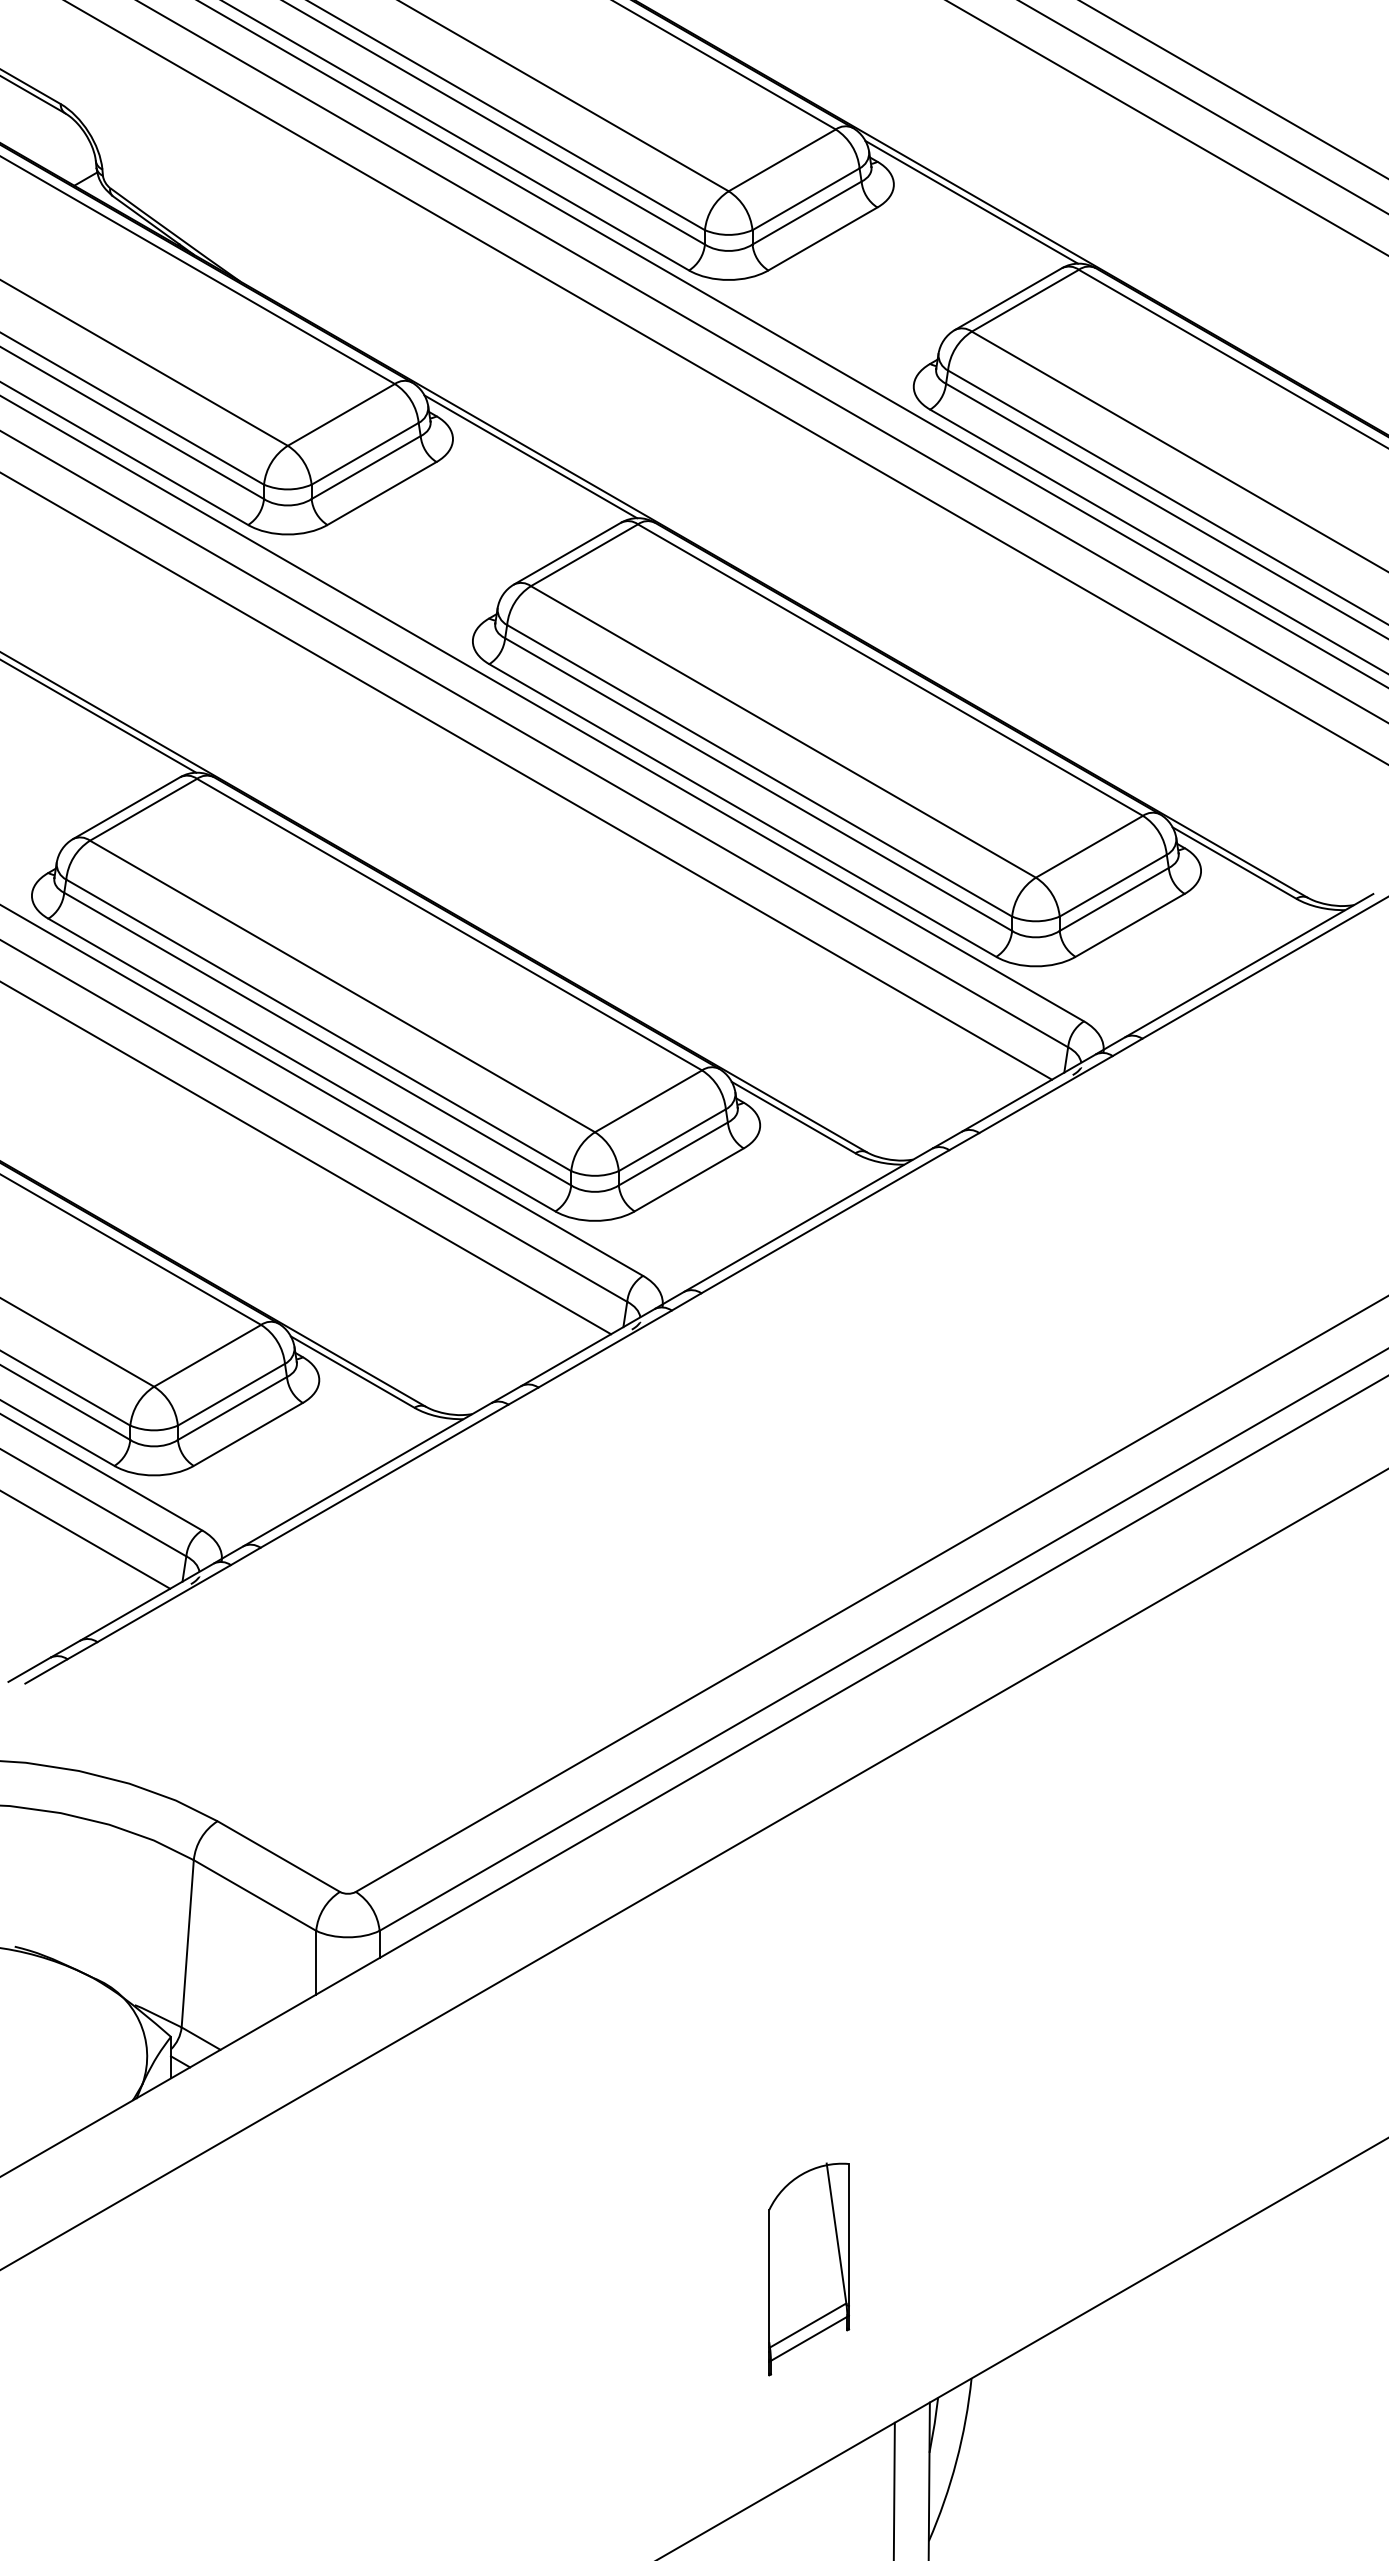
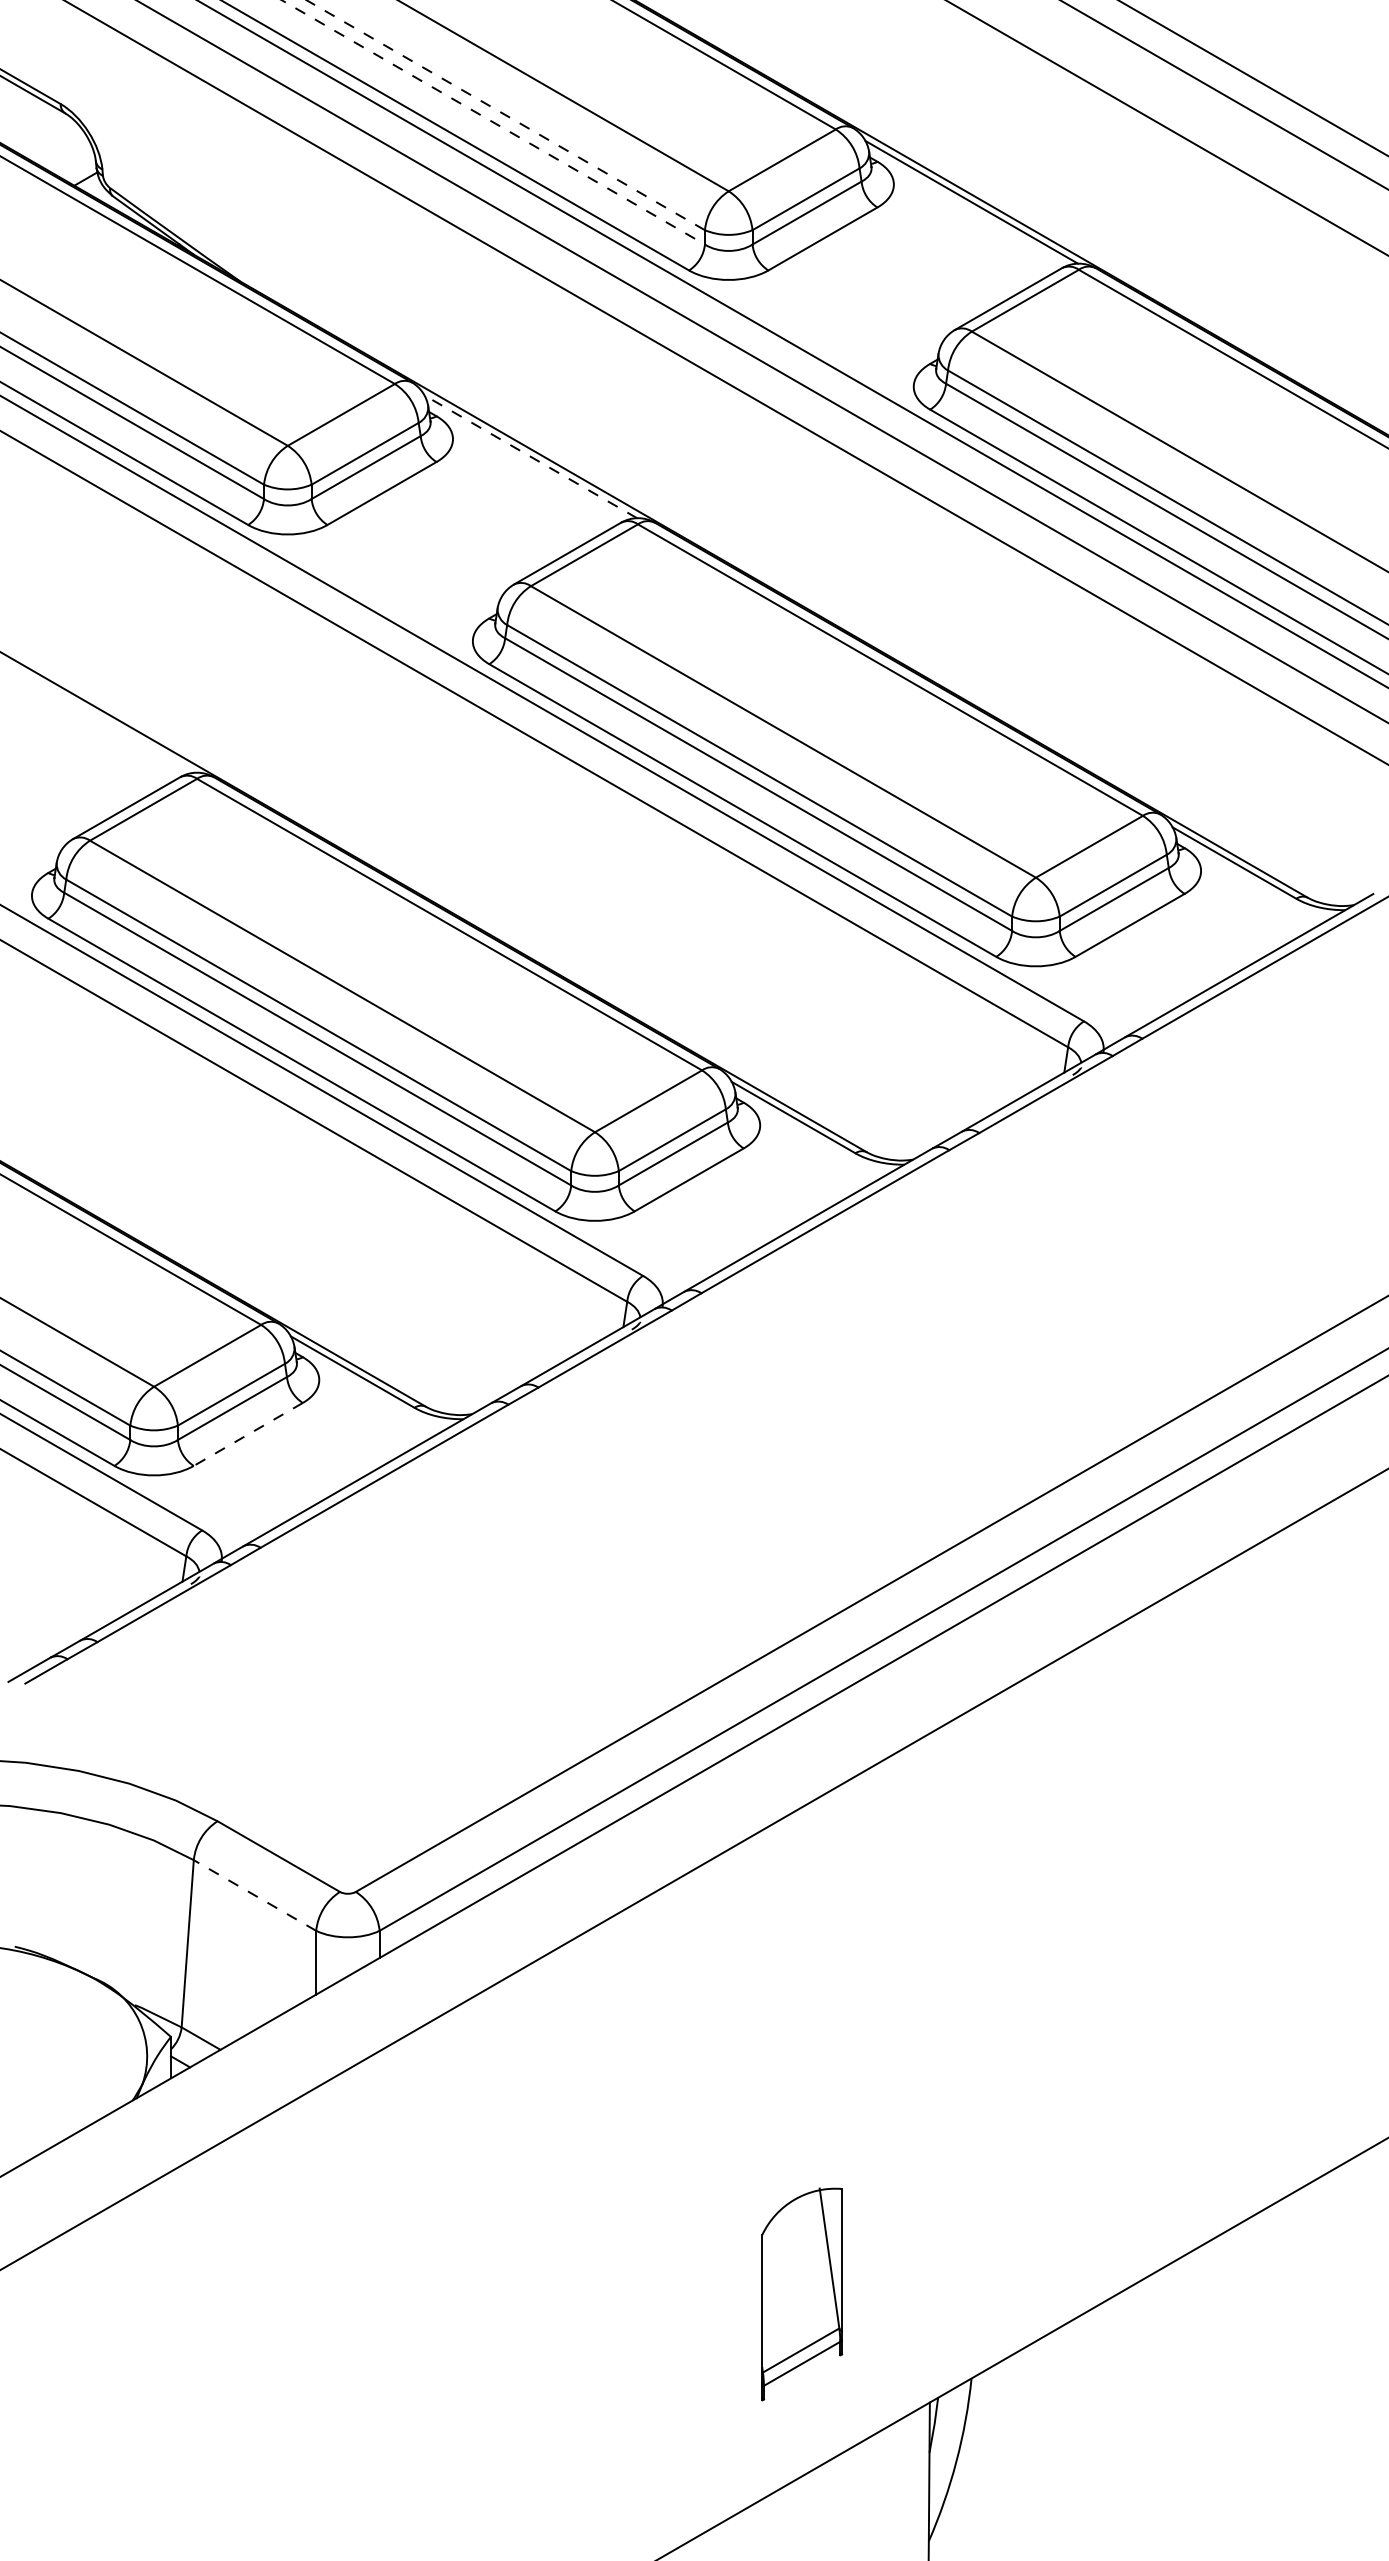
line at (1233, 89) position: (1233, 89) -> (1253, 78)
line at (1203, 107) position: (1203, 107) -> (1224, 95)
line at (505, 114): solid -> dashed
line at (493, 122): solid -> dashed
line at (530, 456): solid -> dashed
line at (99, 716): present -> none
line at (527, 776): present -> none
line at (306, 1158): present -> none
line at (248, 1434): solid -> dashed
line at (86, 1539): present -> none
line at (255, 1895): solid -> dashed
part at (809, 2269) position: (809, 2269) -> (802, 2294)
line at (893, 2489): present -> none
